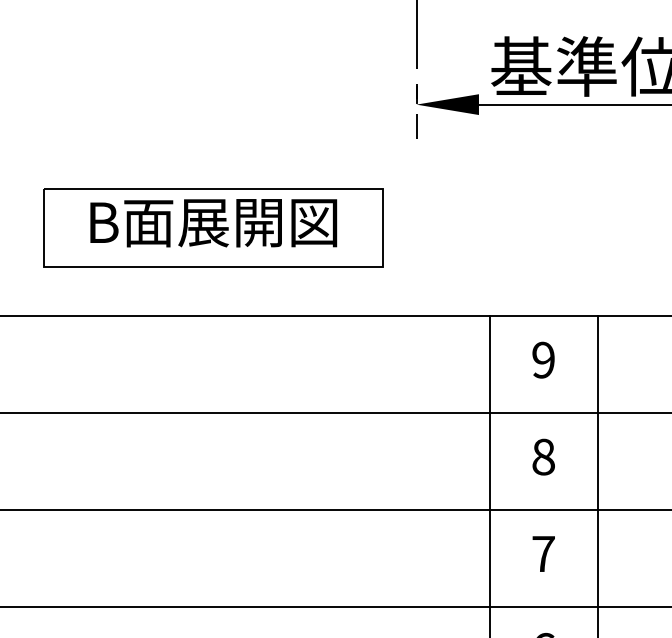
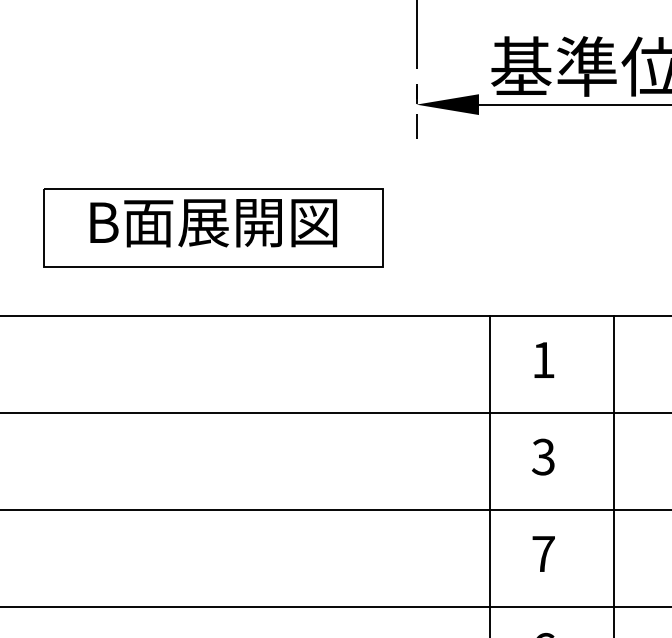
text at (543, 359): 9 -> 1
text at (543, 456): 8 -> 3
line at (597, 475) position: (597, 475) -> (613, 475)
